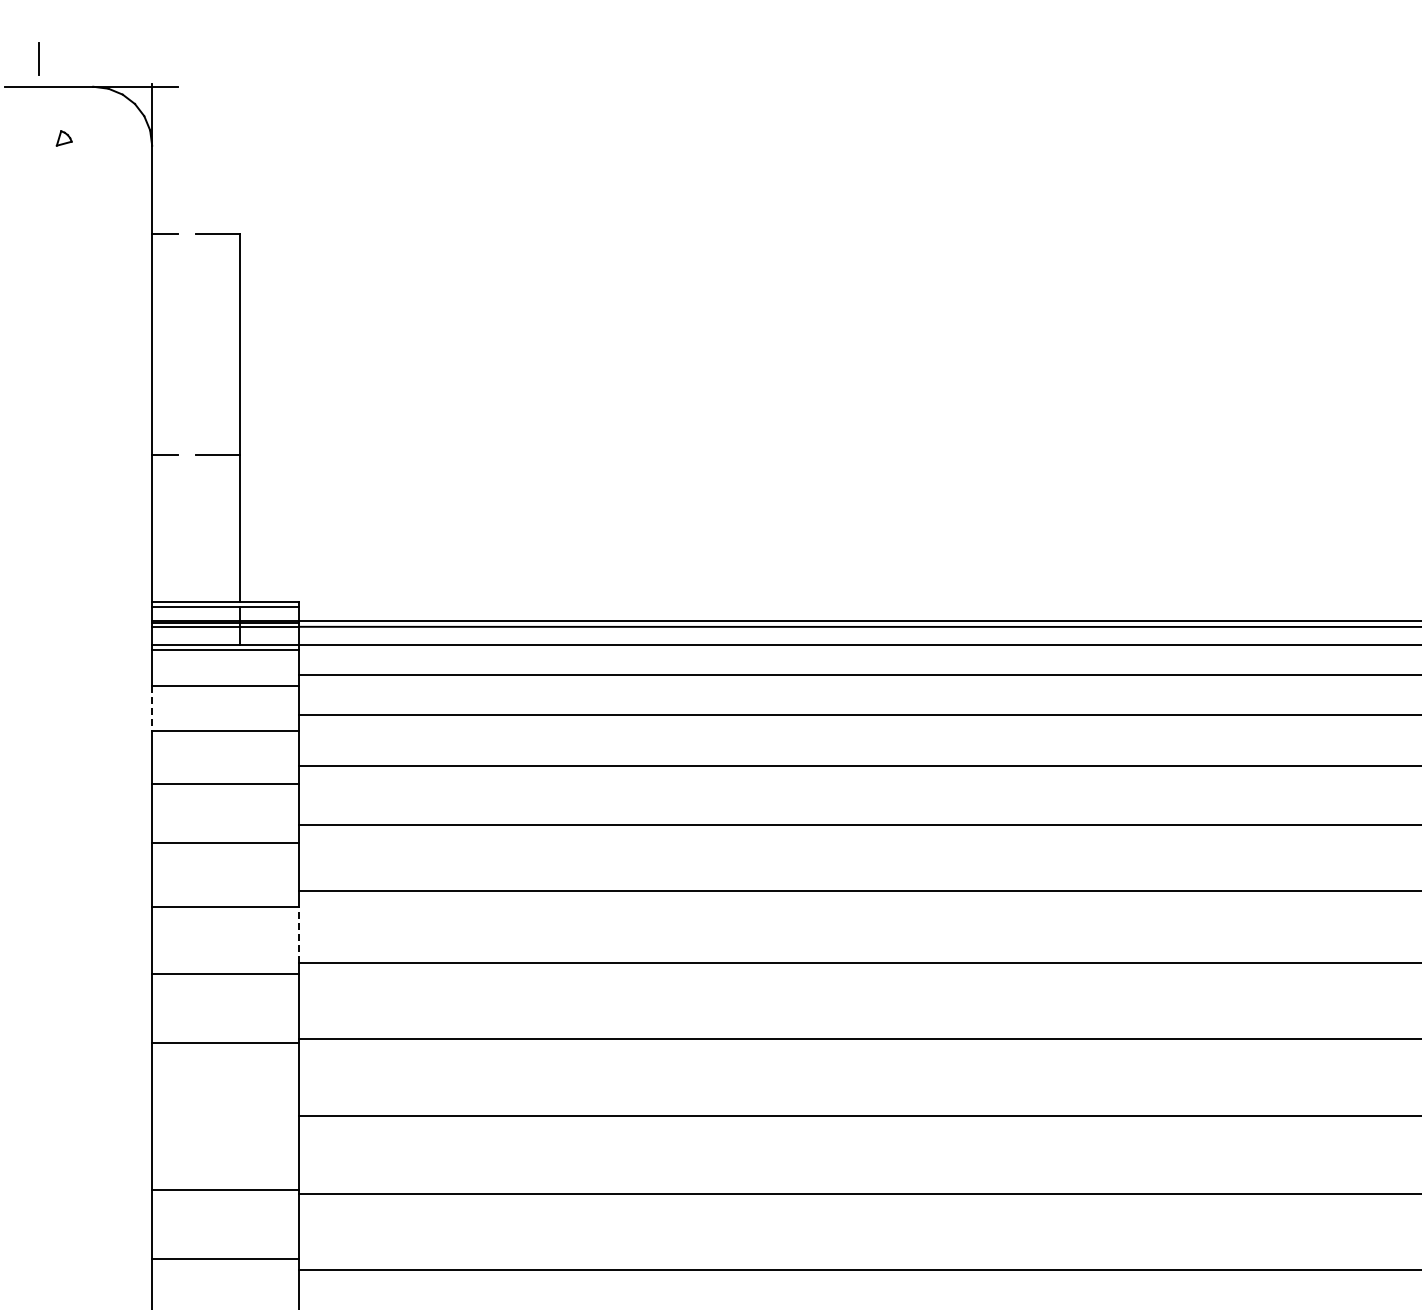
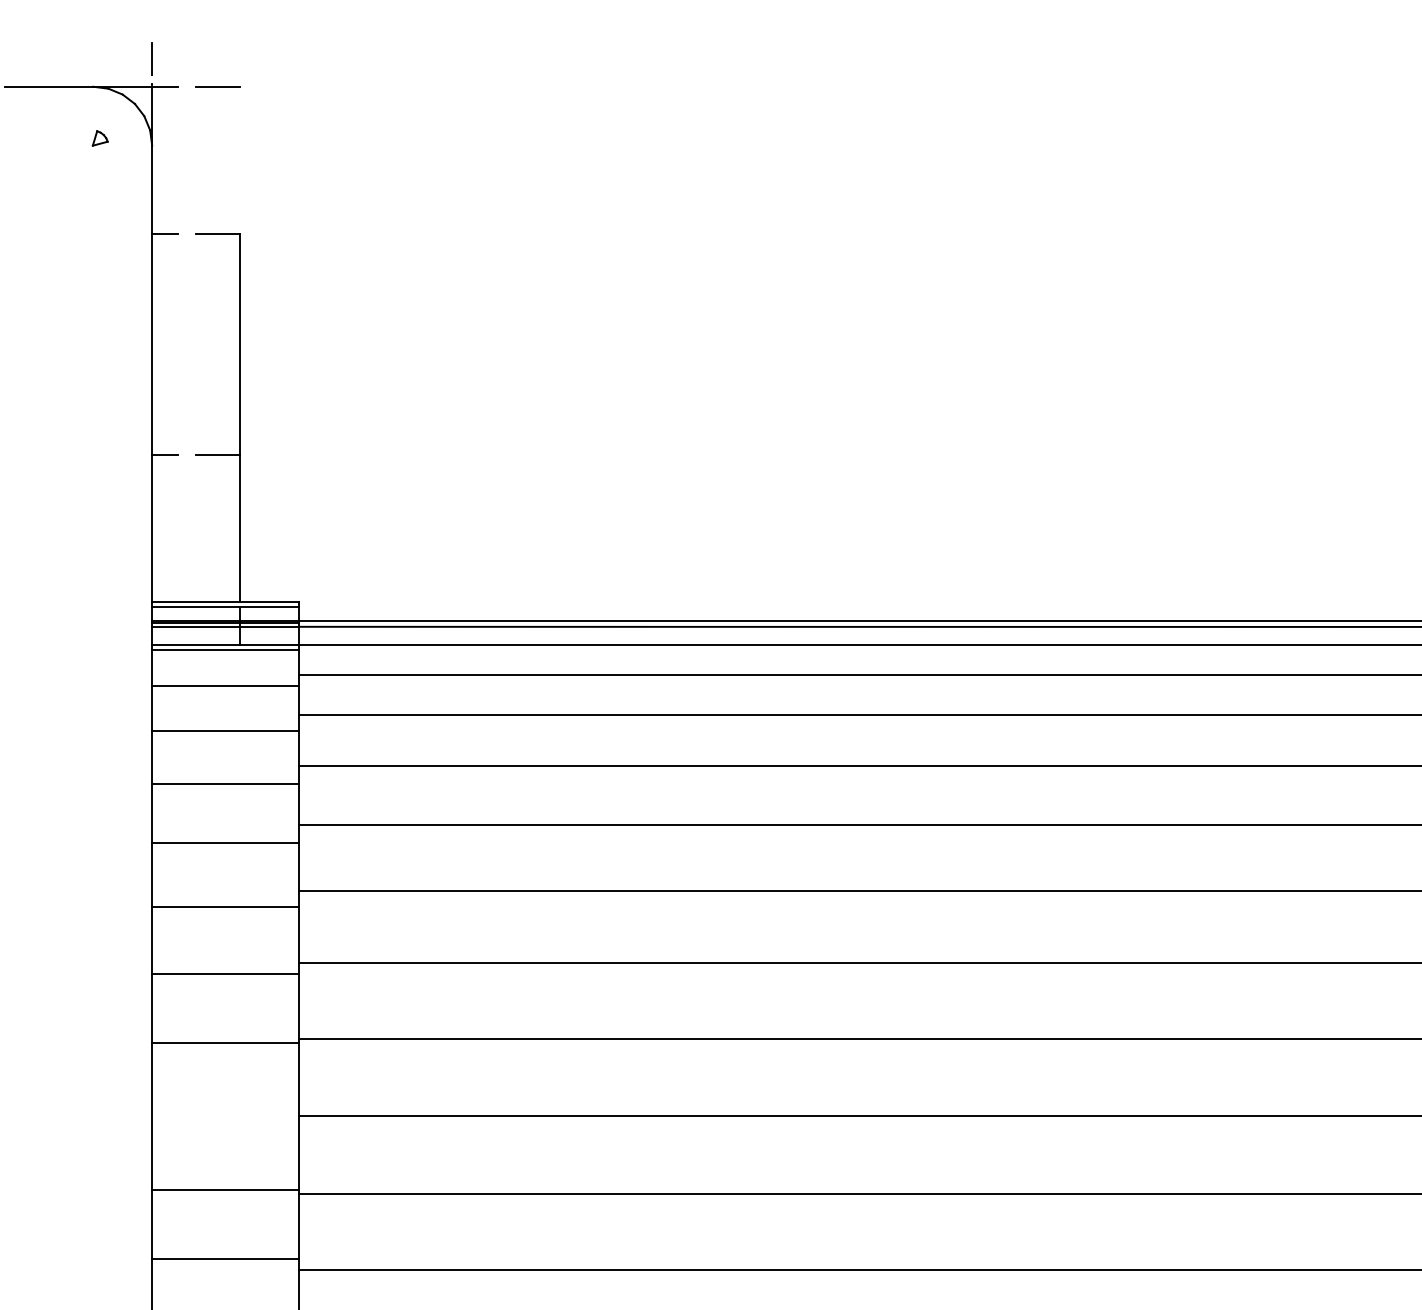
line at (38, 58) position: (38, 58) -> (151, 58)
line at (218, 86): none -> present
part at (63, 138) position: (63, 138) -> (99, 138)
line at (152, 708): dashed -> solid
line at (299, 934): dashed -> solid
